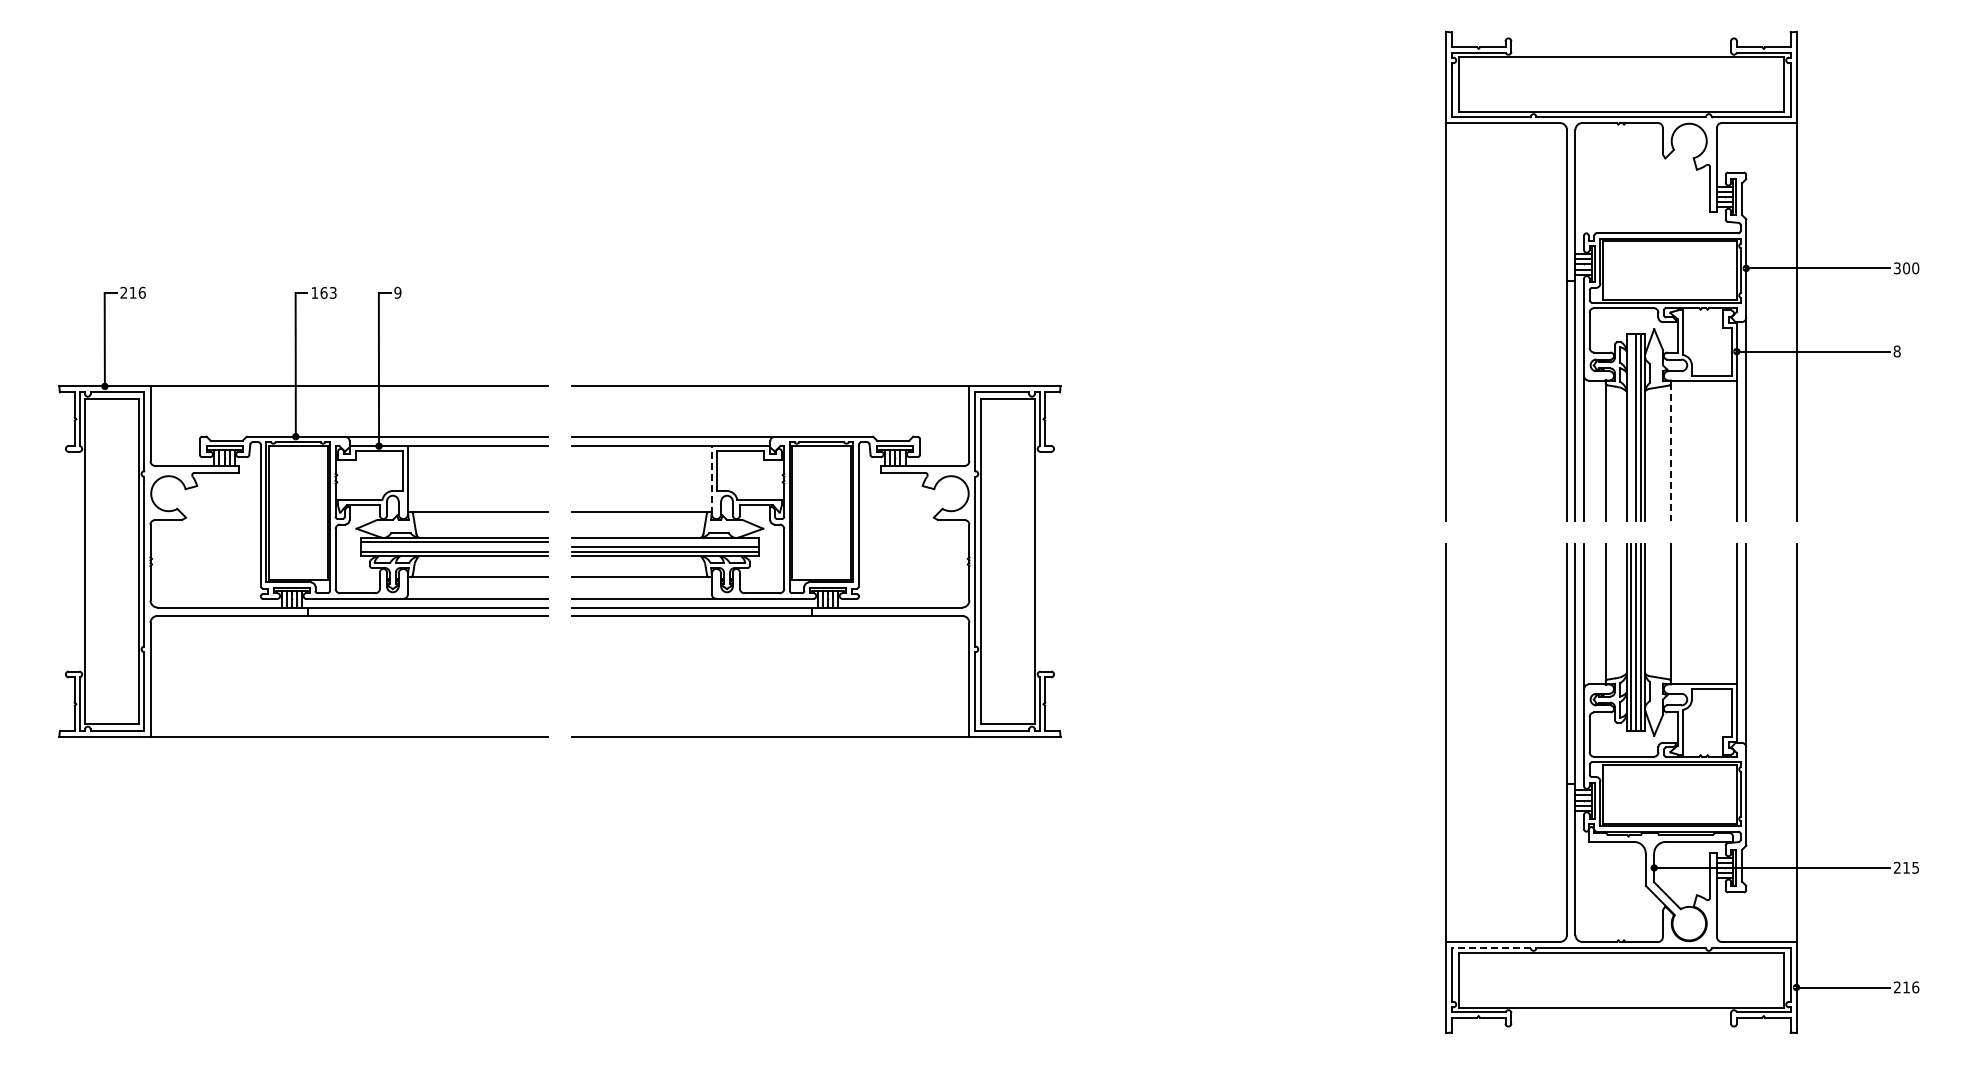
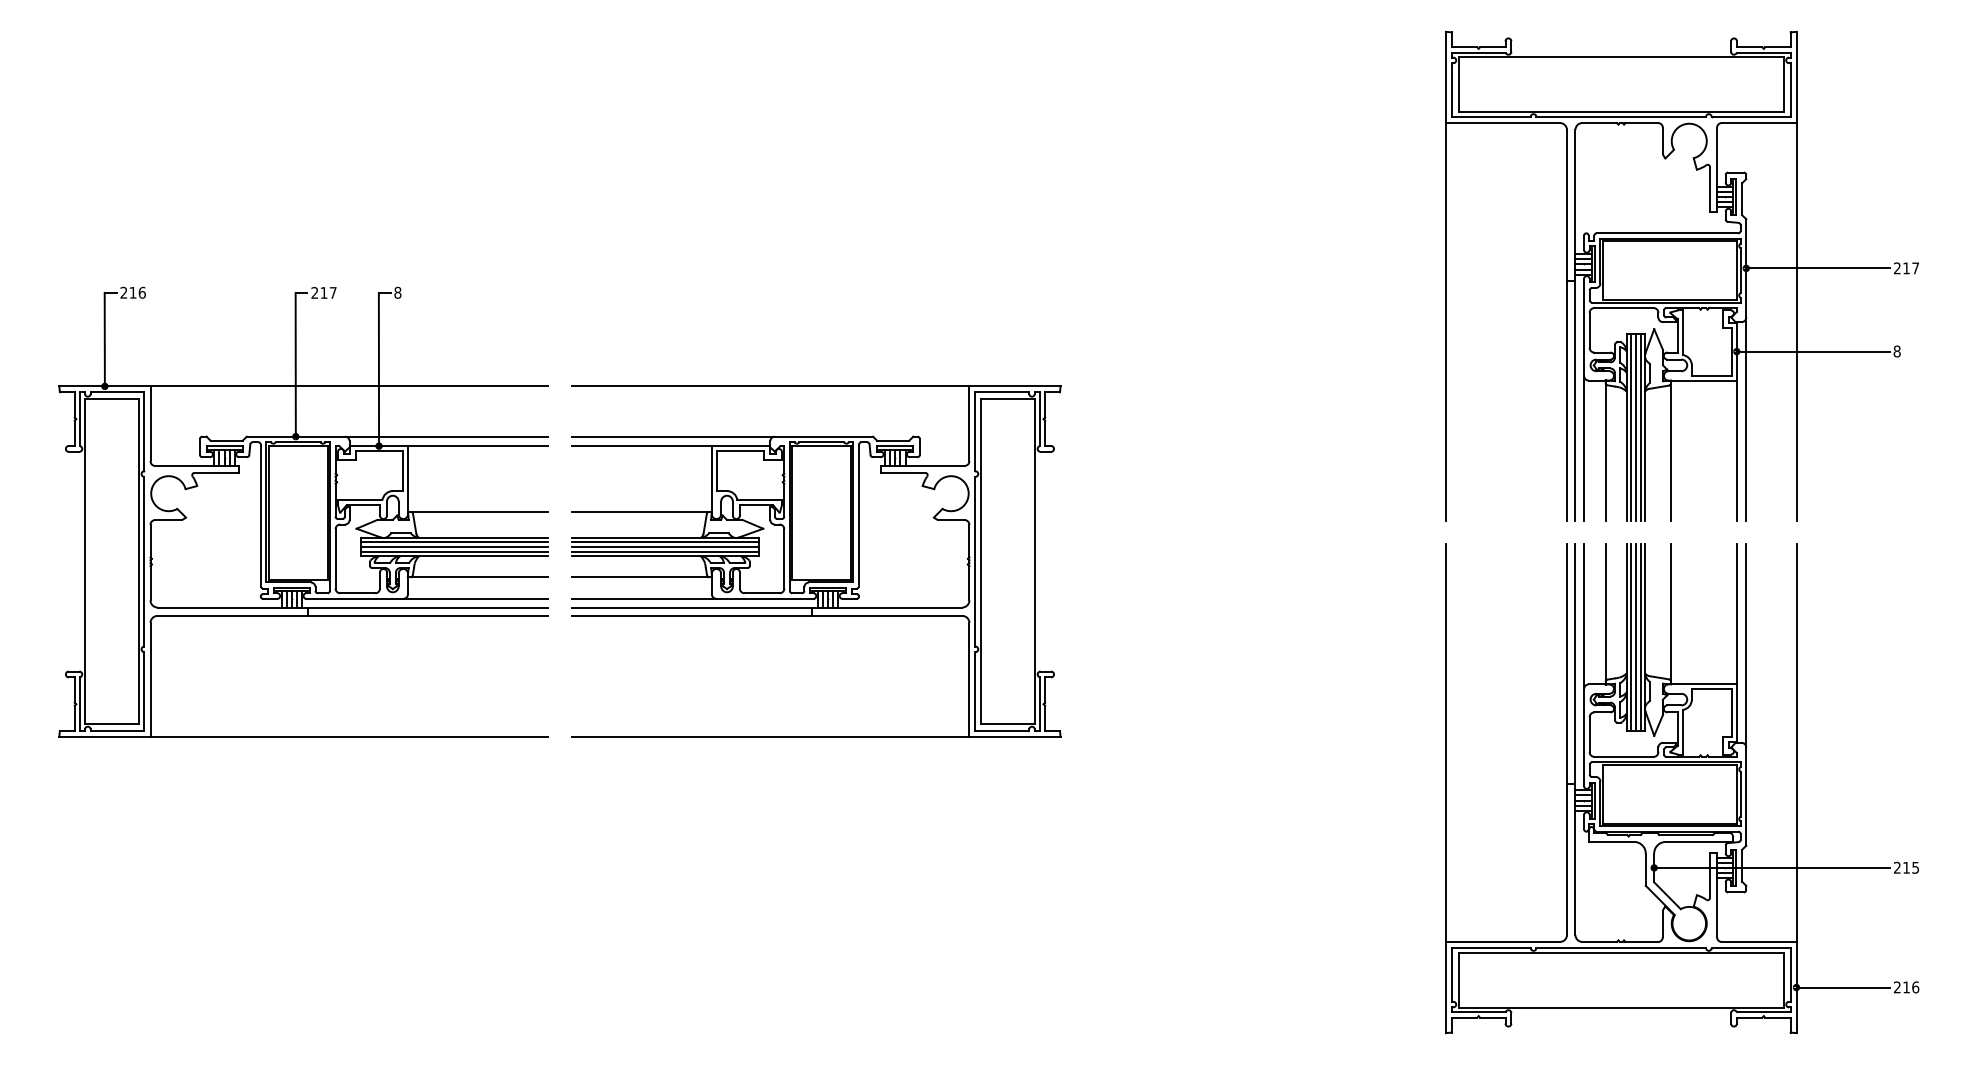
text at (1906, 268): 300 -> 217
text at (323, 292): 163 -> 217
text at (397, 292): 9 -> 8
line at (1631, 426): none -> present
line at (1671, 452): dashed -> solid
line at (711, 479): dashed -> solid
line at (664, 542): none -> present
line at (454, 546): none -> present
line at (1490, 948): dashed -> solid
